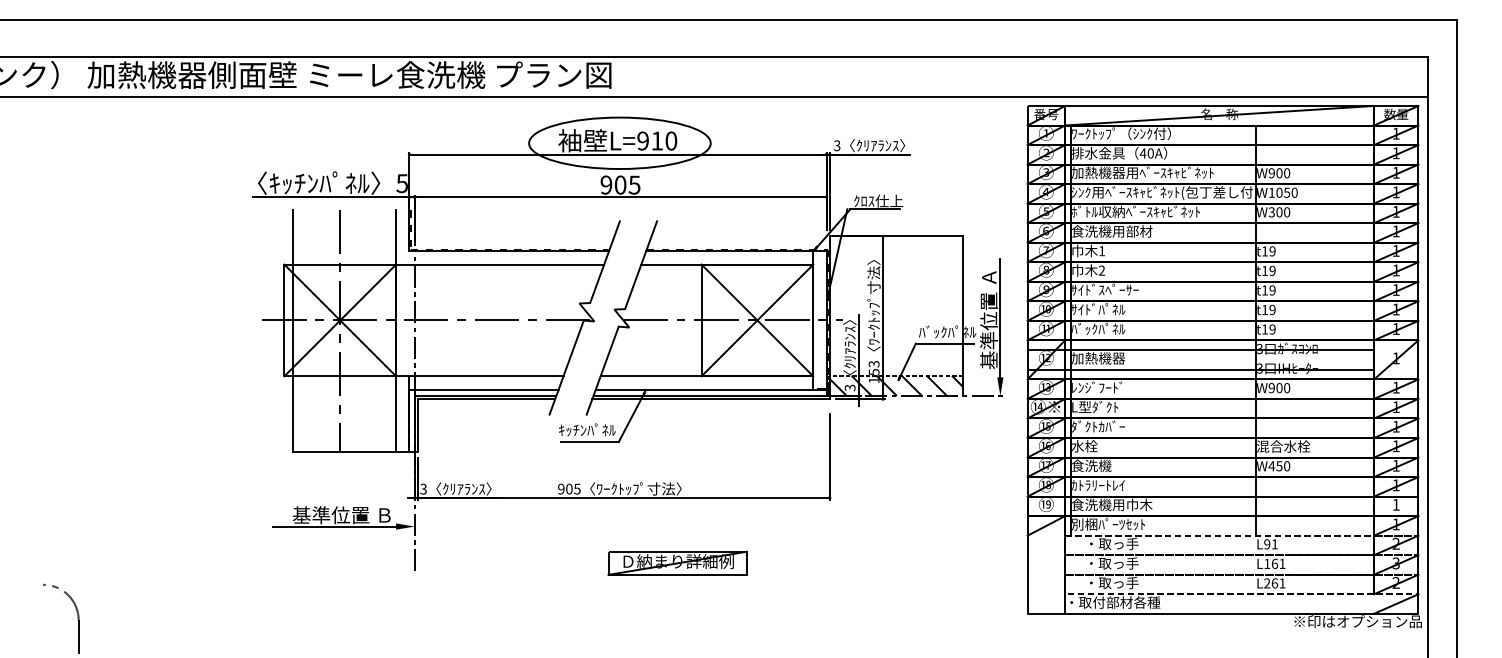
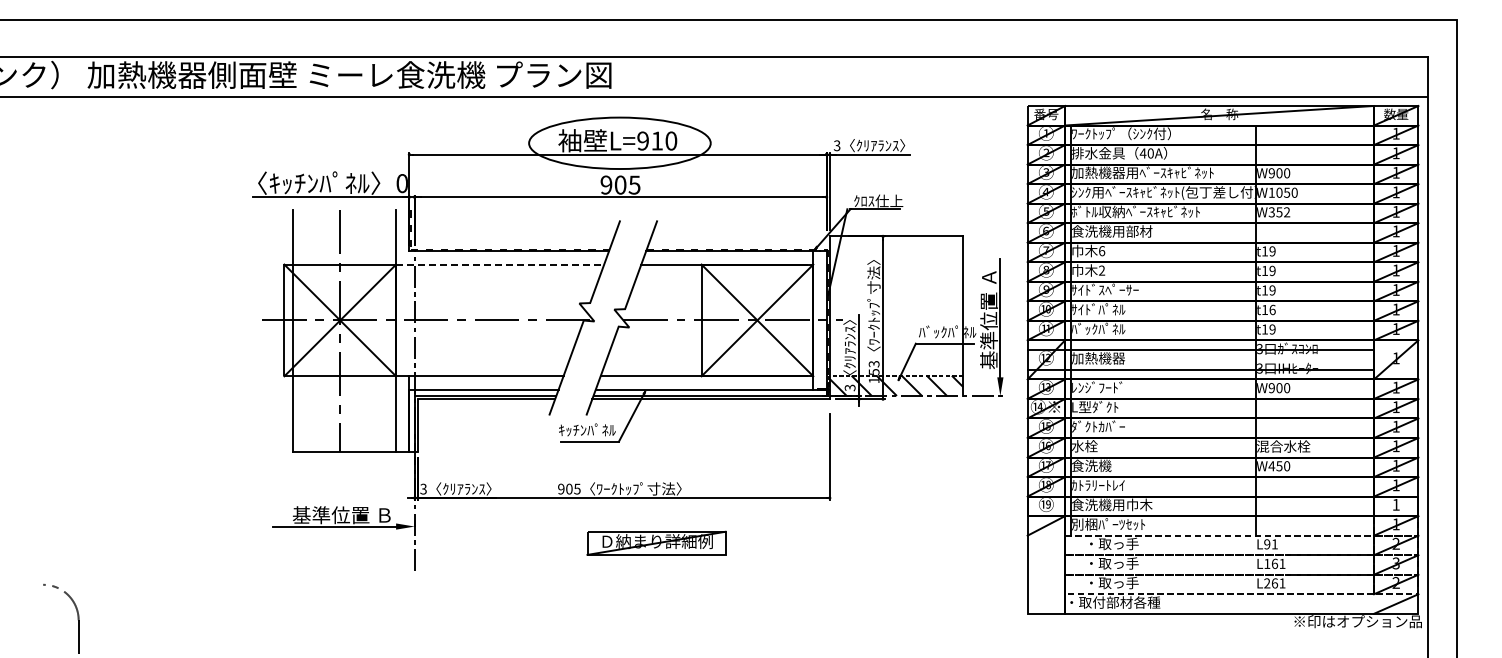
text at (401, 183): 5 -> 0
text at (1283, 212): W300 -> W352
text at (1102, 251): 1 -> 6
line at (500, 264): solid -> dashed
text at (1272, 309): t19 -> t16
part at (677, 562) position: (677, 562) -> (656, 542)
